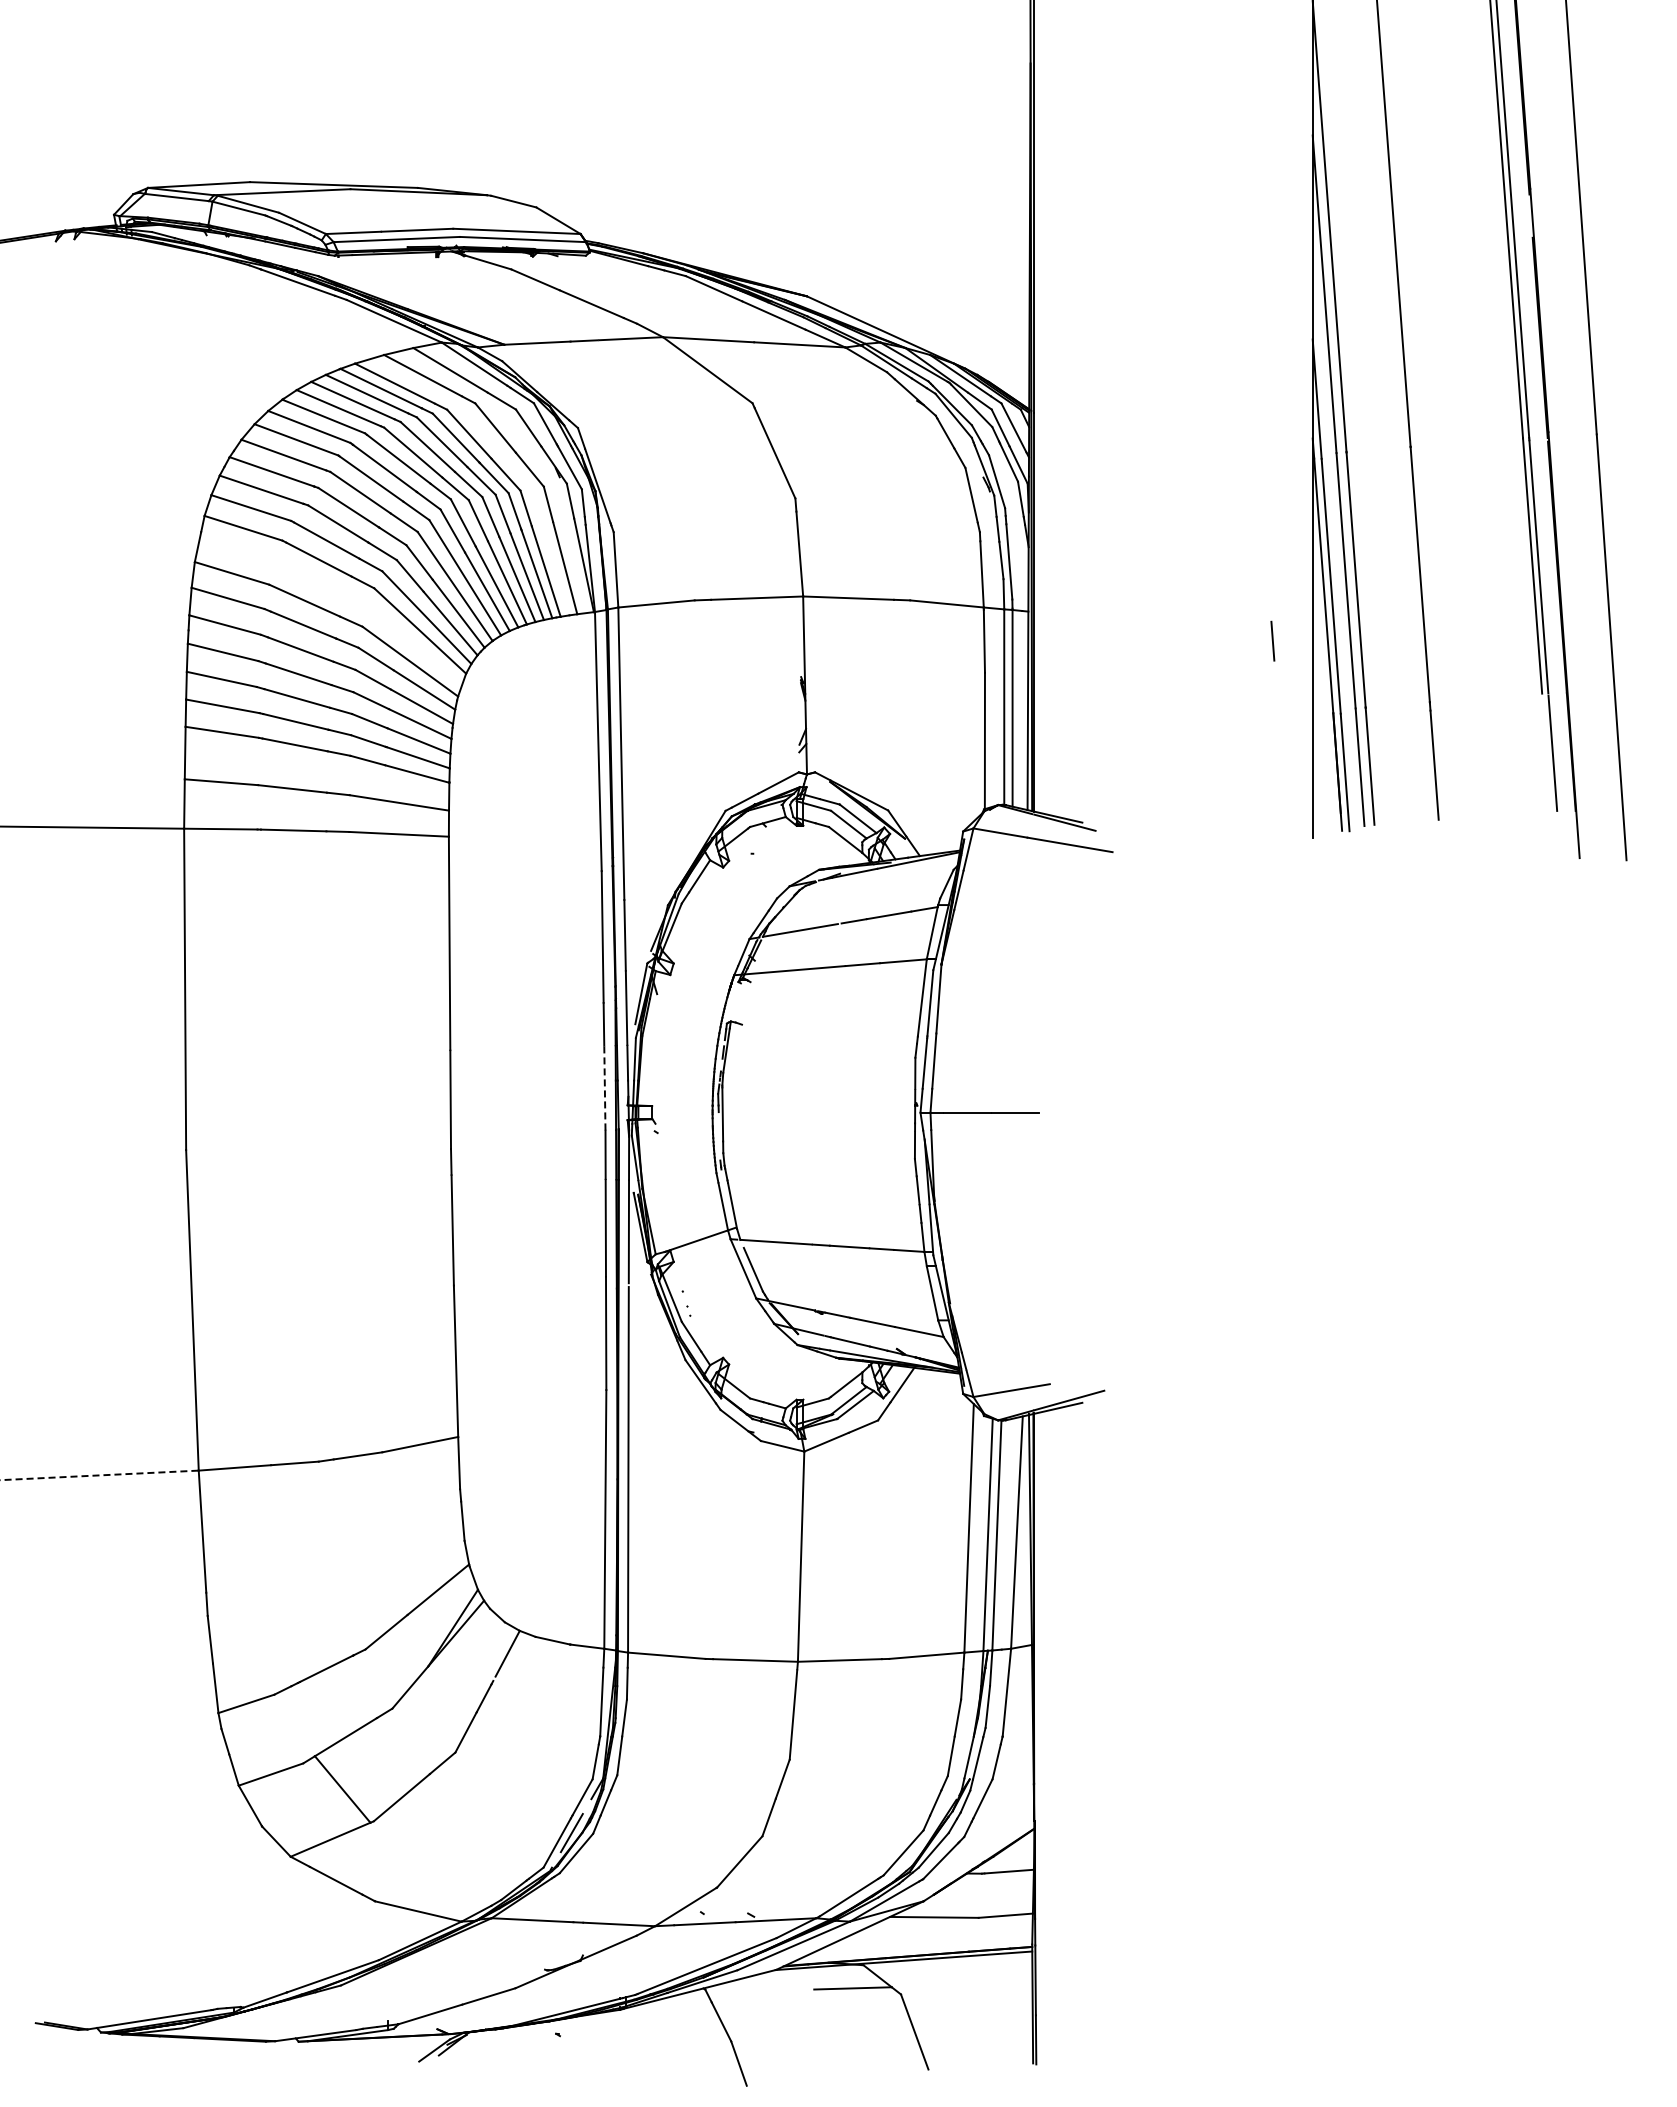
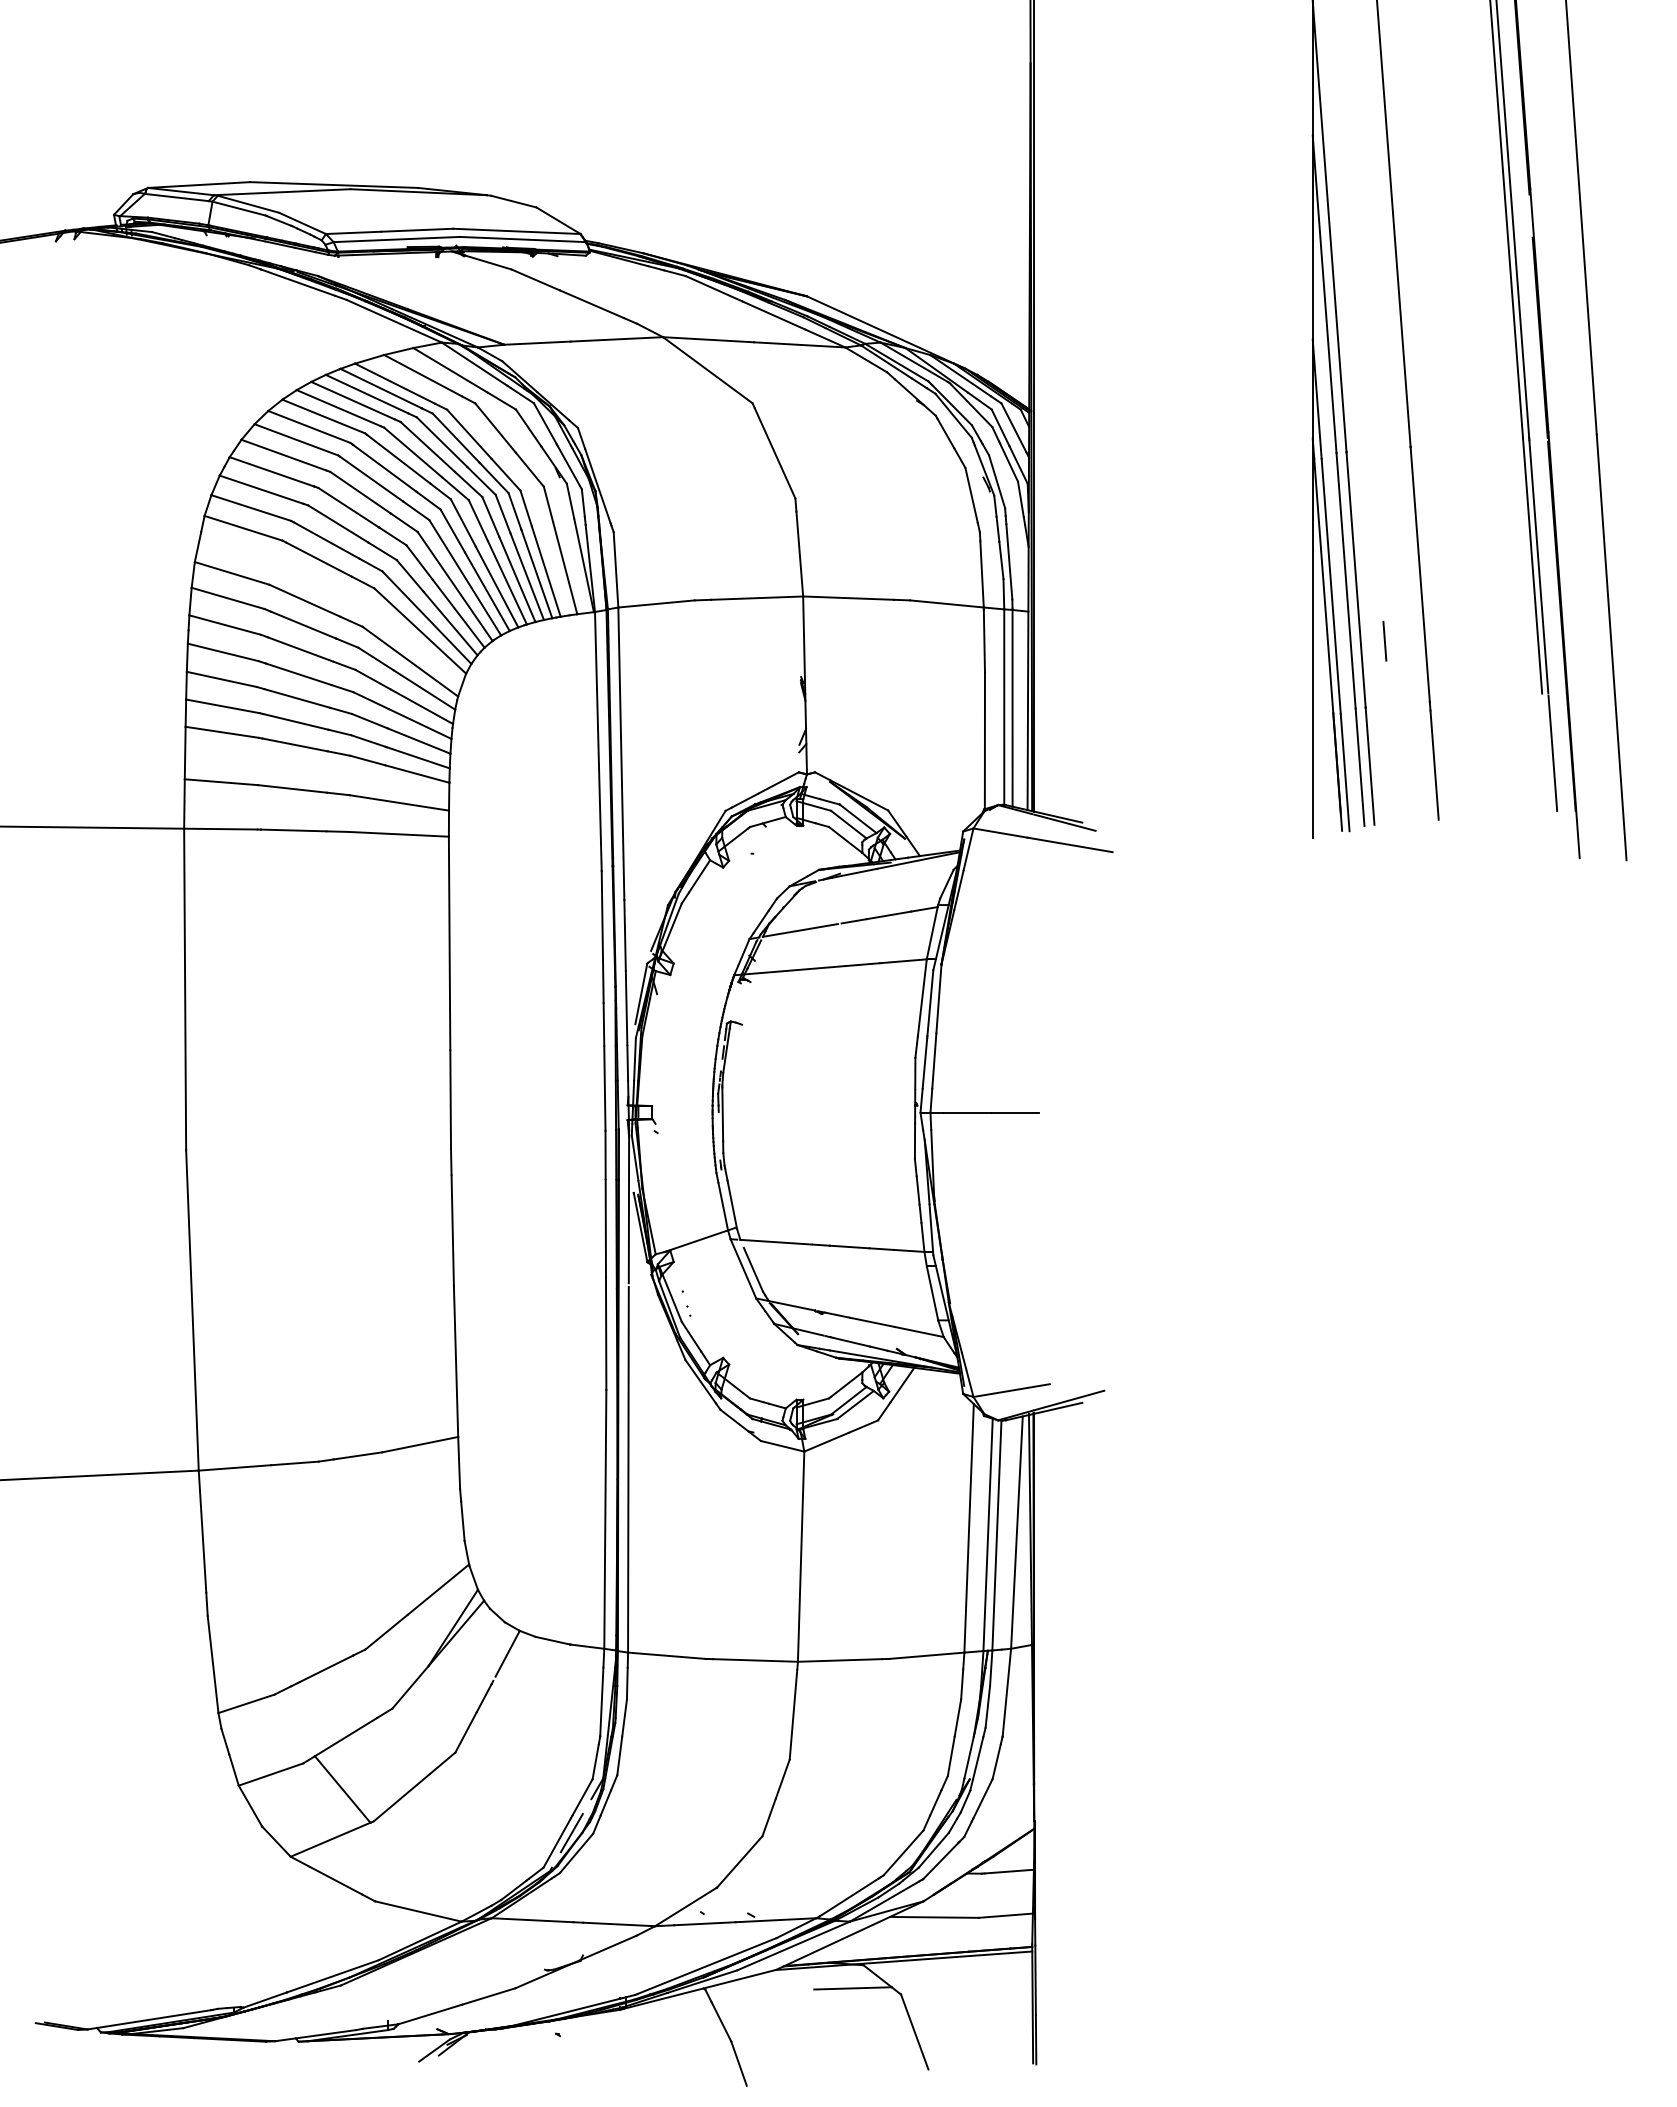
line at (1272, 640) position: (1272, 640) -> (1384, 640)
line at (604, 1089): dashed -> solid
line at (100, 1475): dashed -> solid
